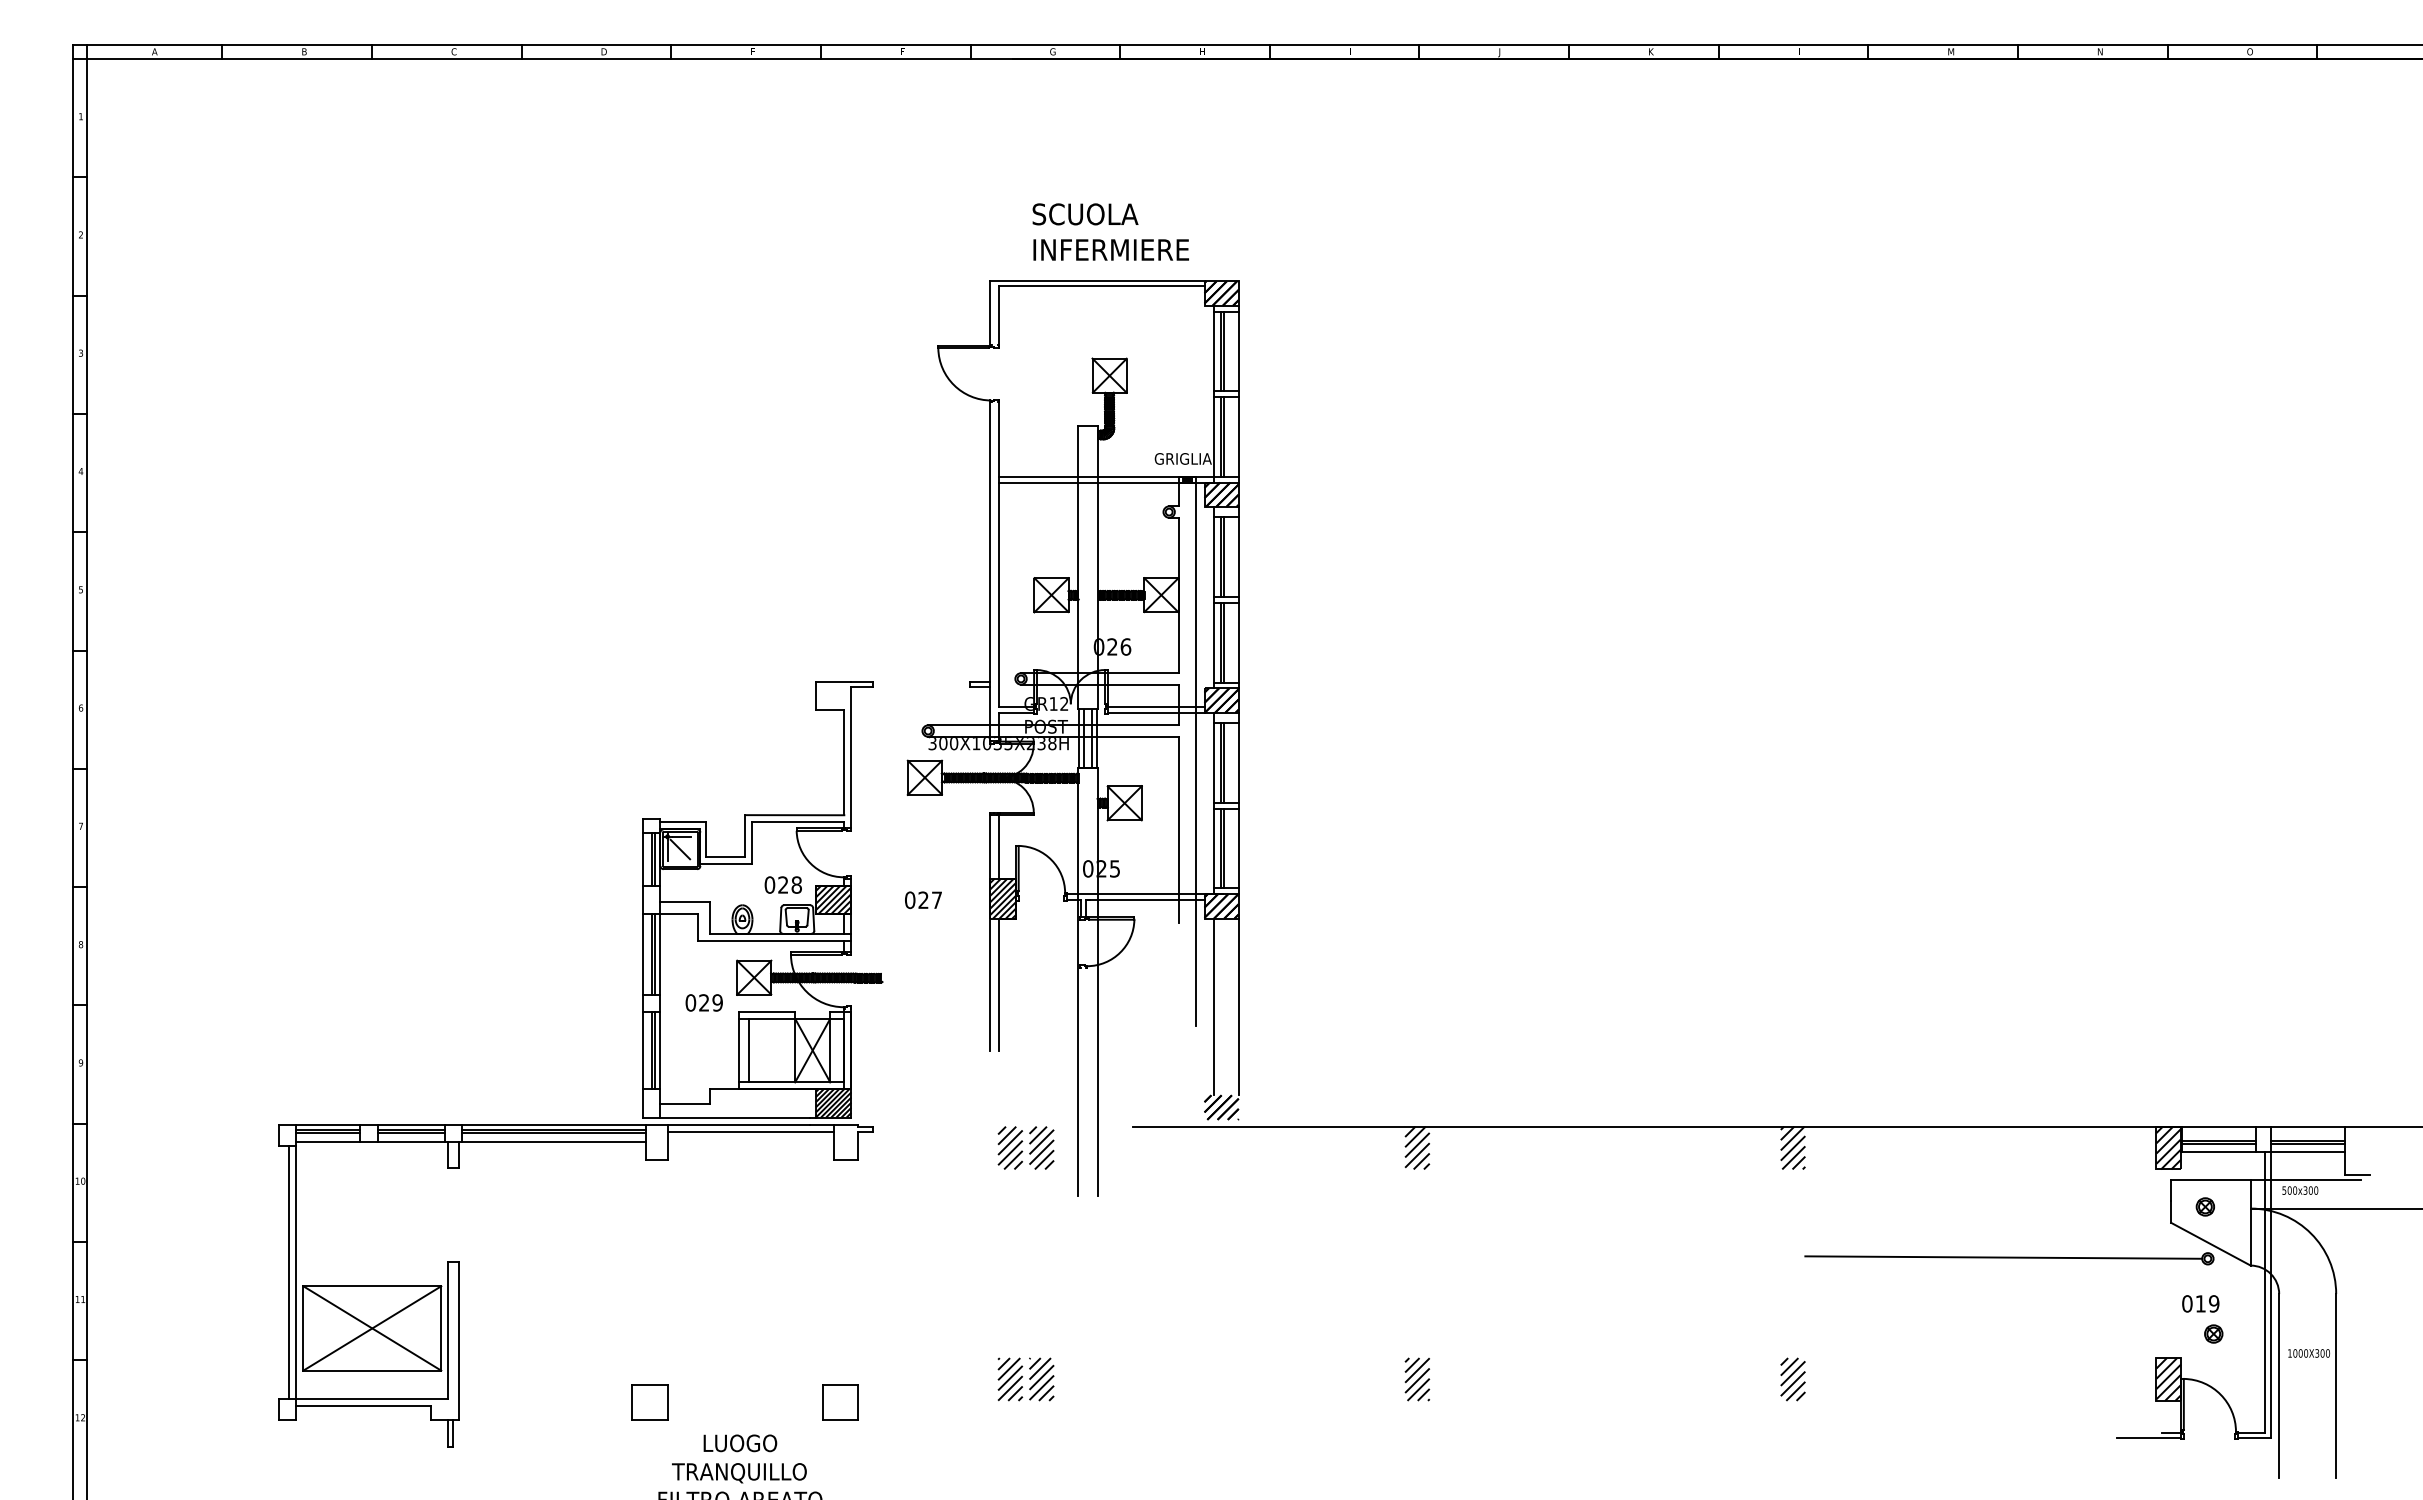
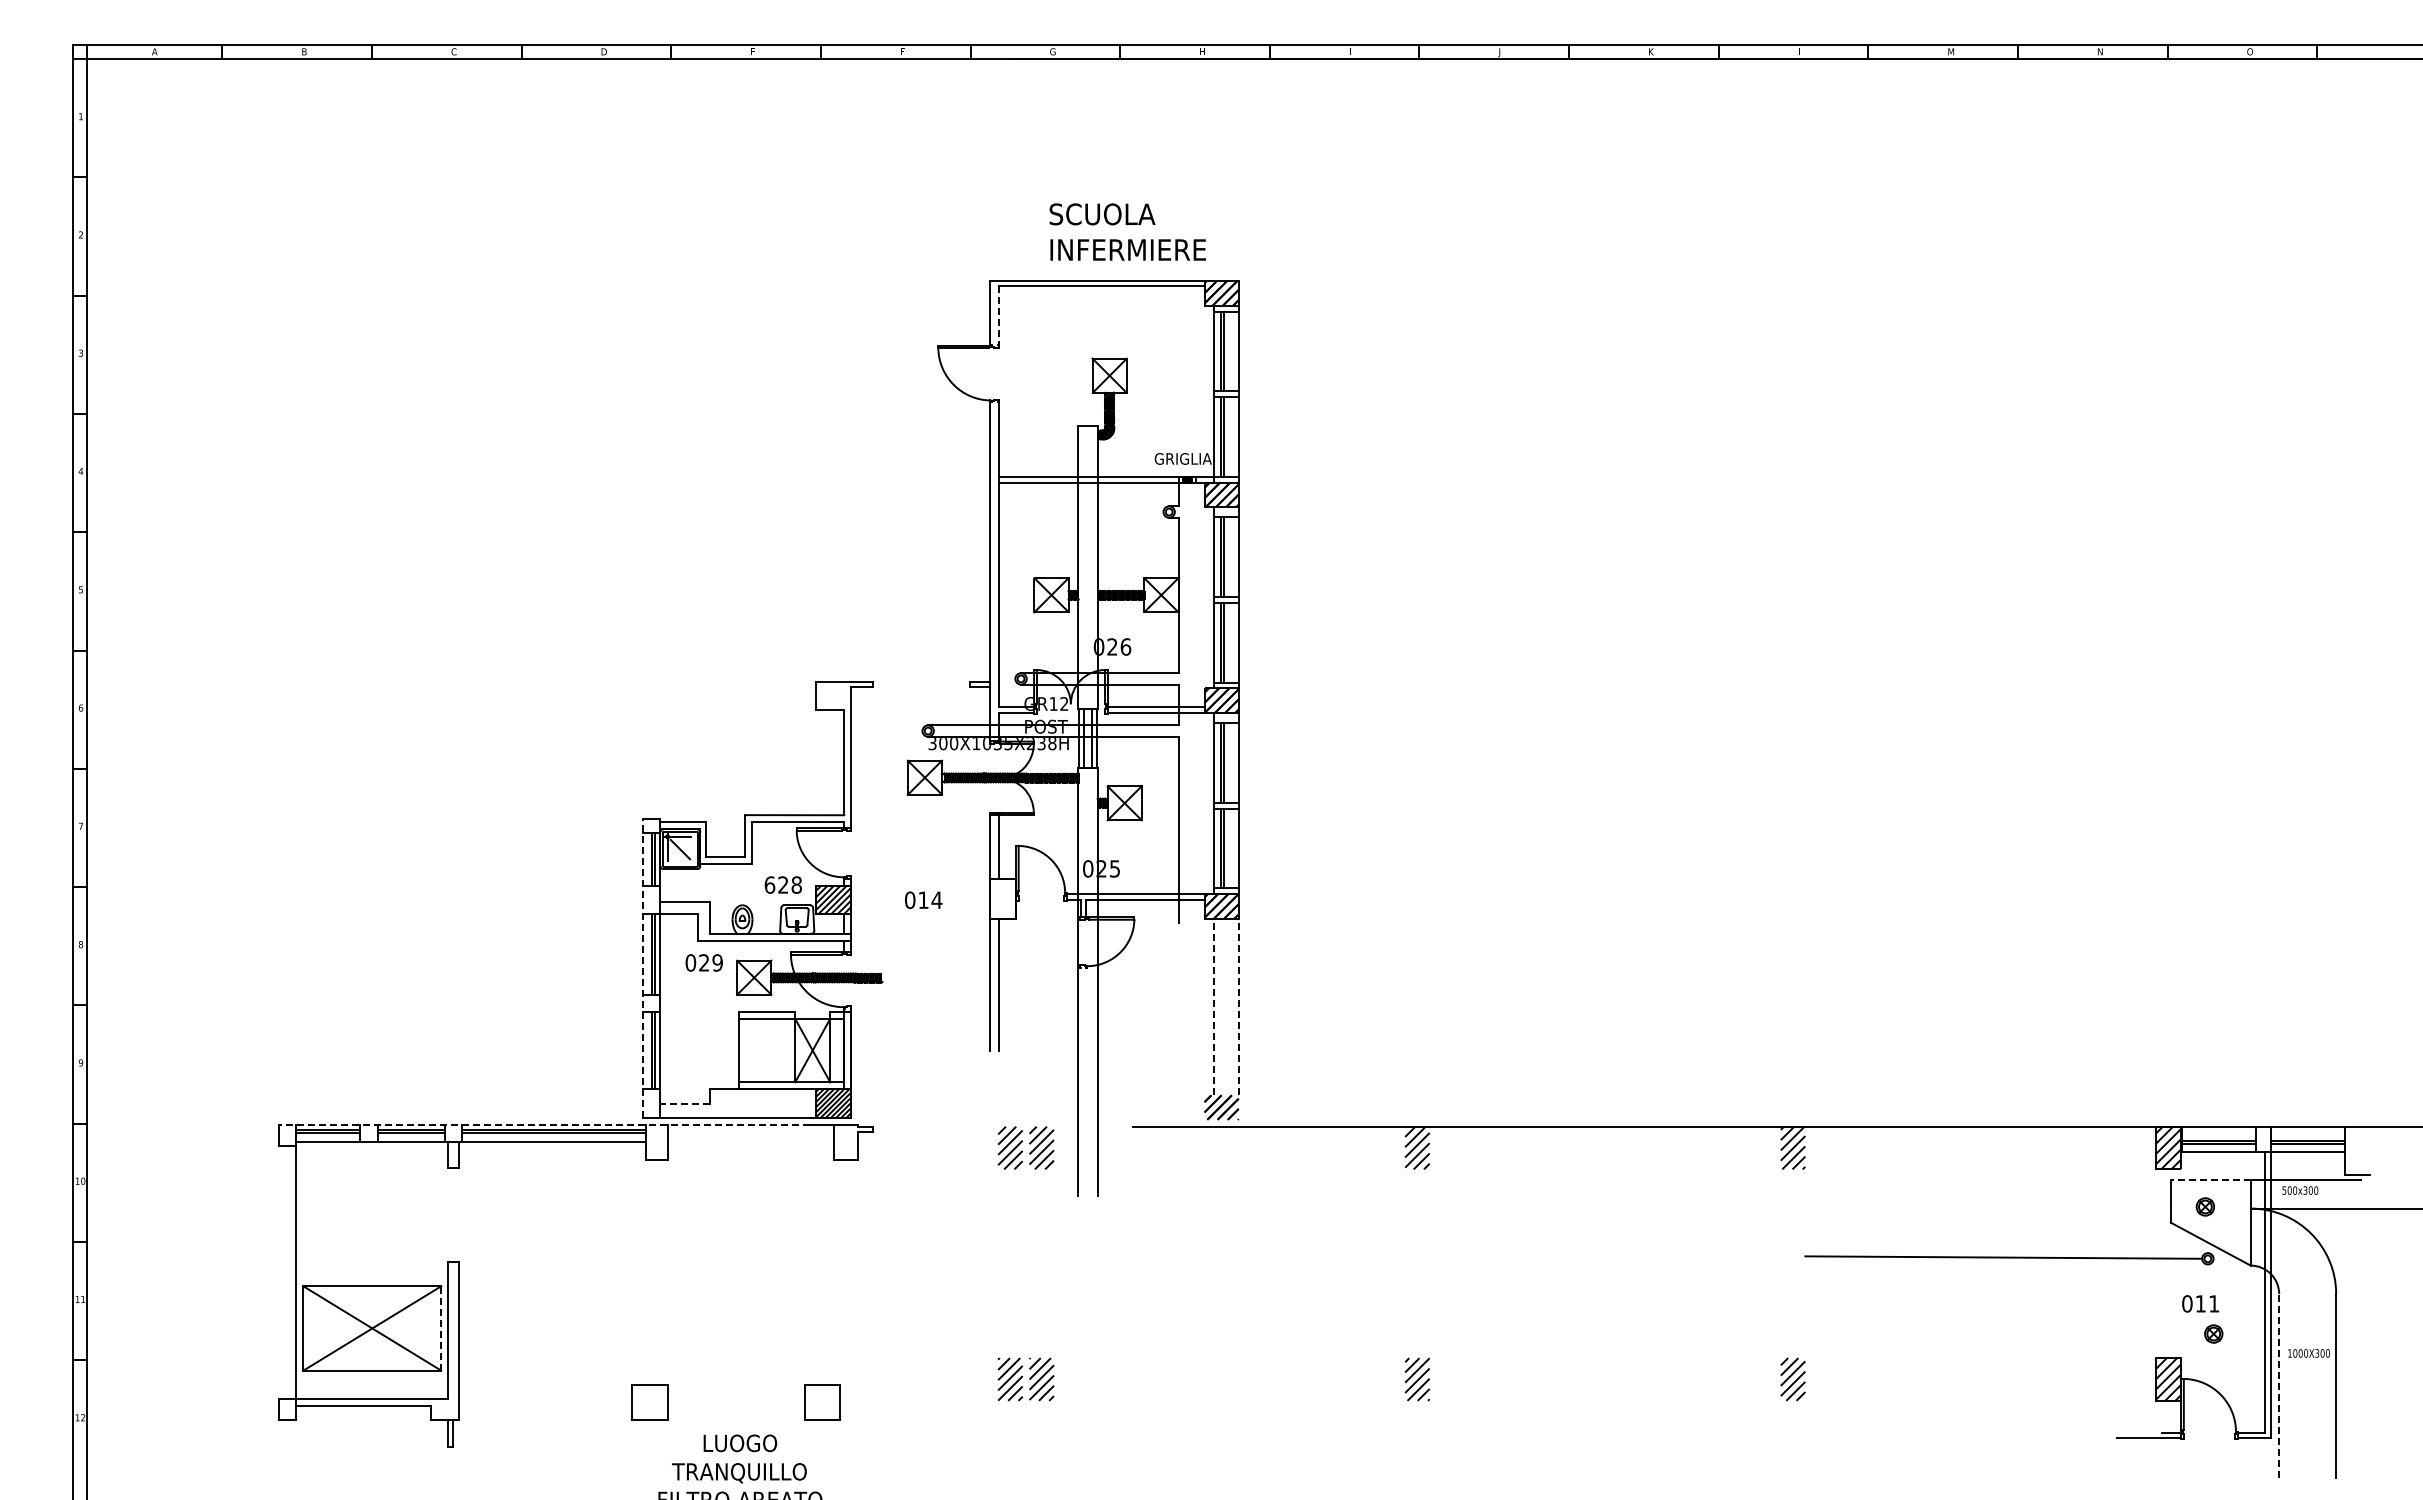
text at (1110, 231) position: (1110, 231) -> (1127, 231)
line at (998, 317): solid -> dashed
line at (1196, 753): present -> none
text at (769, 884): 028 -> 628
hatch at (1002, 898): present -> none
text at (930, 899): 027 -> 014
line at (642, 967): solid -> dashed
text at (703, 1002) position: (703, 1002) -> (703, 962)
line at (1214, 1006): solid -> dashed
line at (1238, 1006): solid -> dashed
line at (749, 1050): present -> none
line at (685, 1103): solid -> dashed
line at (544, 1124): solid -> dashed
line at (750, 1131): present -> none
line at (2210, 1180): solid -> dashed
line at (289, 1271): present -> none
text at (2214, 1303): 019 -> 011
line at (441, 1327): solid -> dashed
line at (2279, 1386): solid -> dashed
part at (840, 1402) position: (840, 1402) -> (822, 1402)
